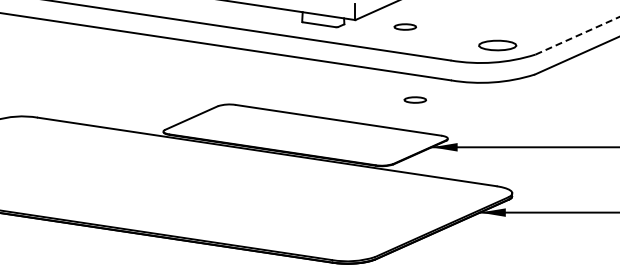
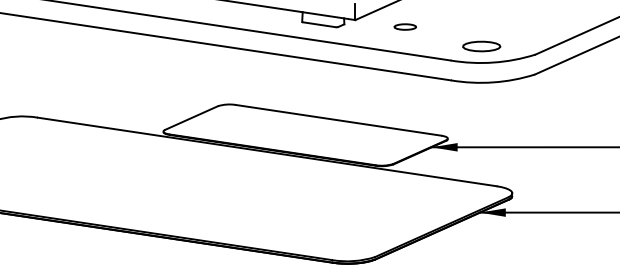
line at (577, 35): dashed -> solid
part at (497, 45) position: (497, 45) -> (481, 46)
part at (414, 99): present -> none
